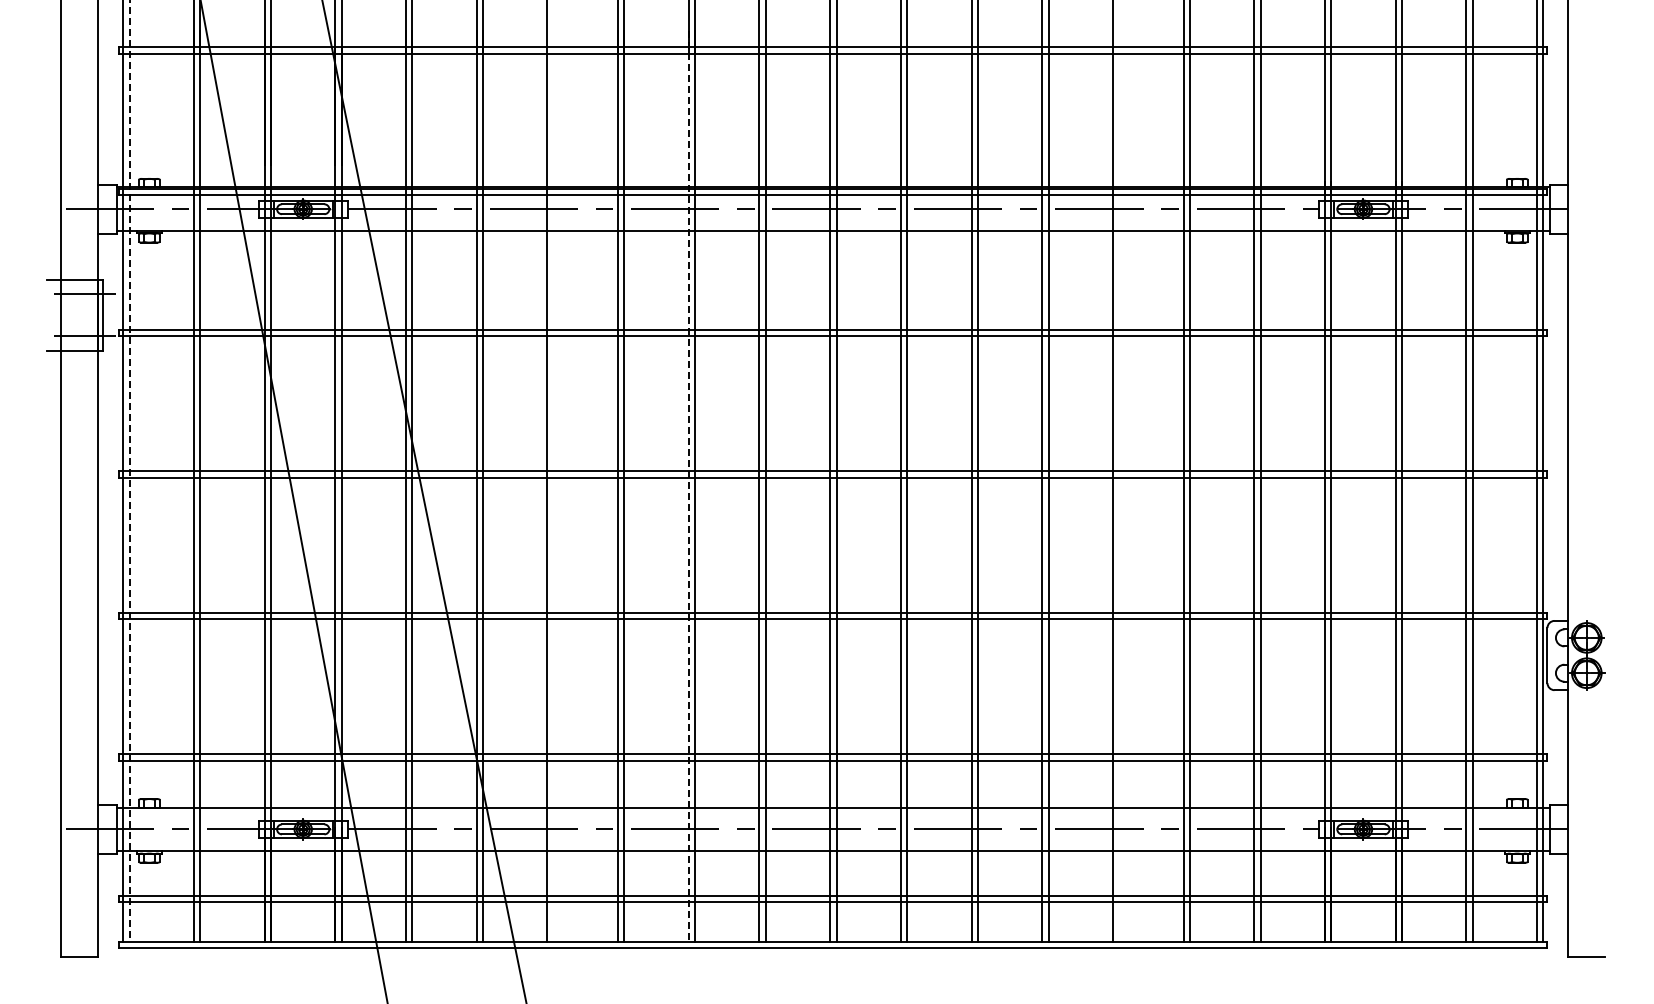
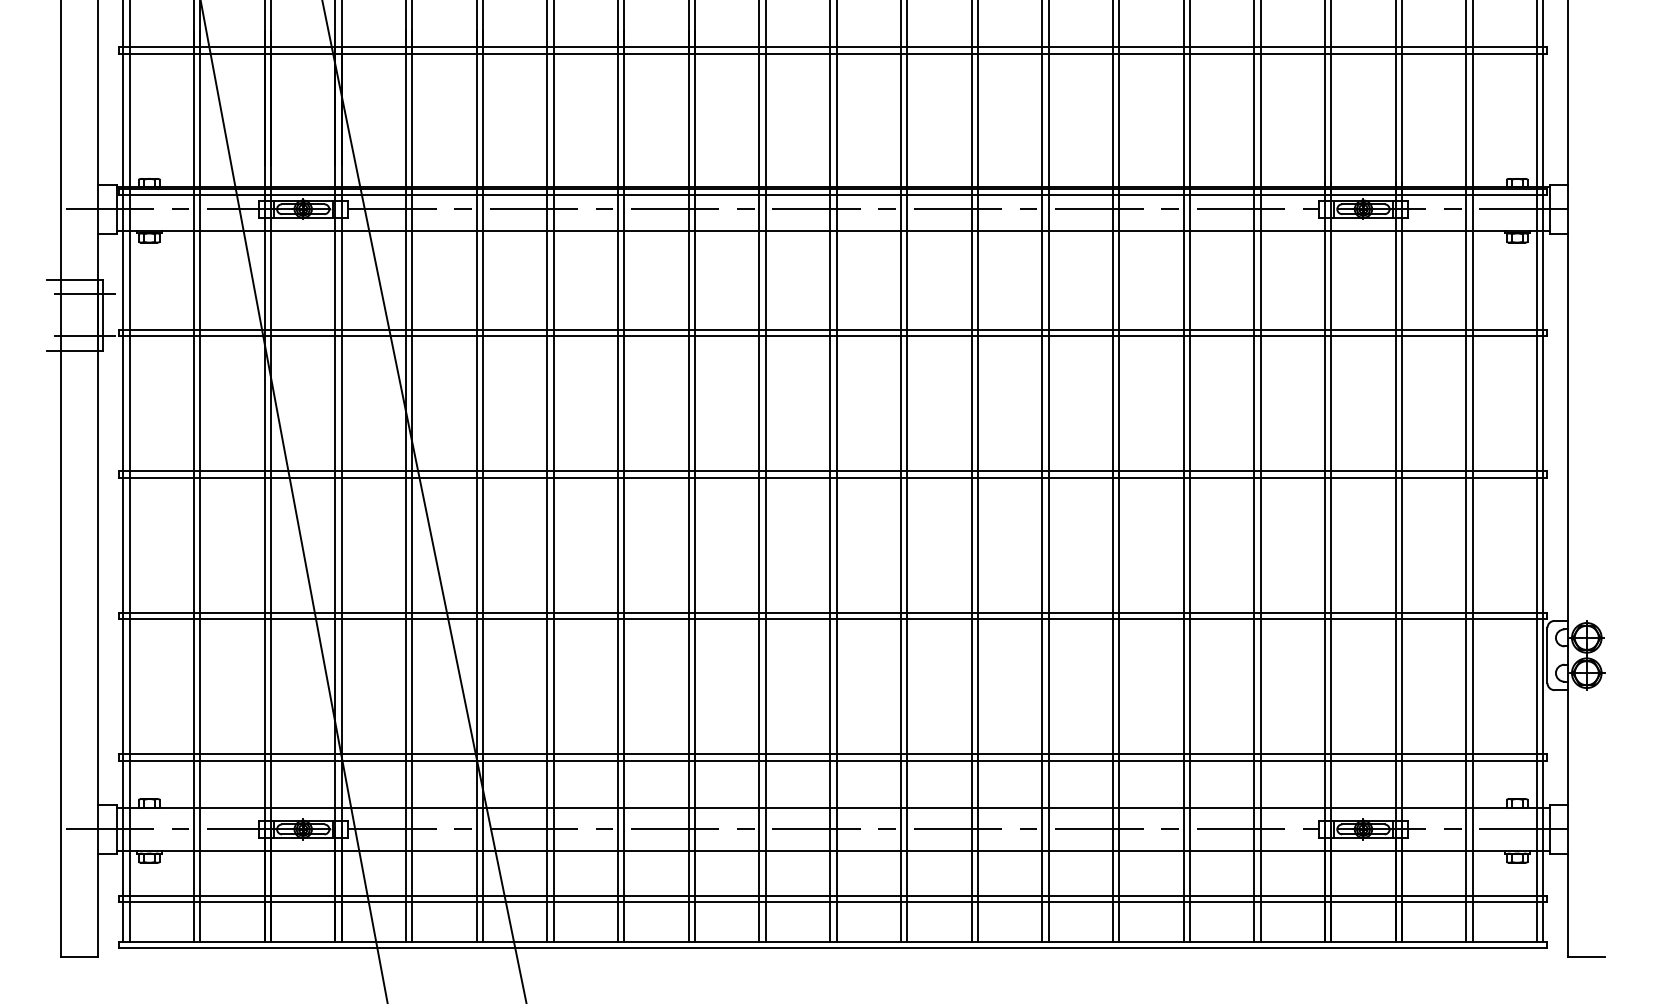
line at (129, 471): dashed -> solid
line at (553, 471): none -> present
line at (1119, 471): none -> present
line at (688, 487): dashed -> solid
